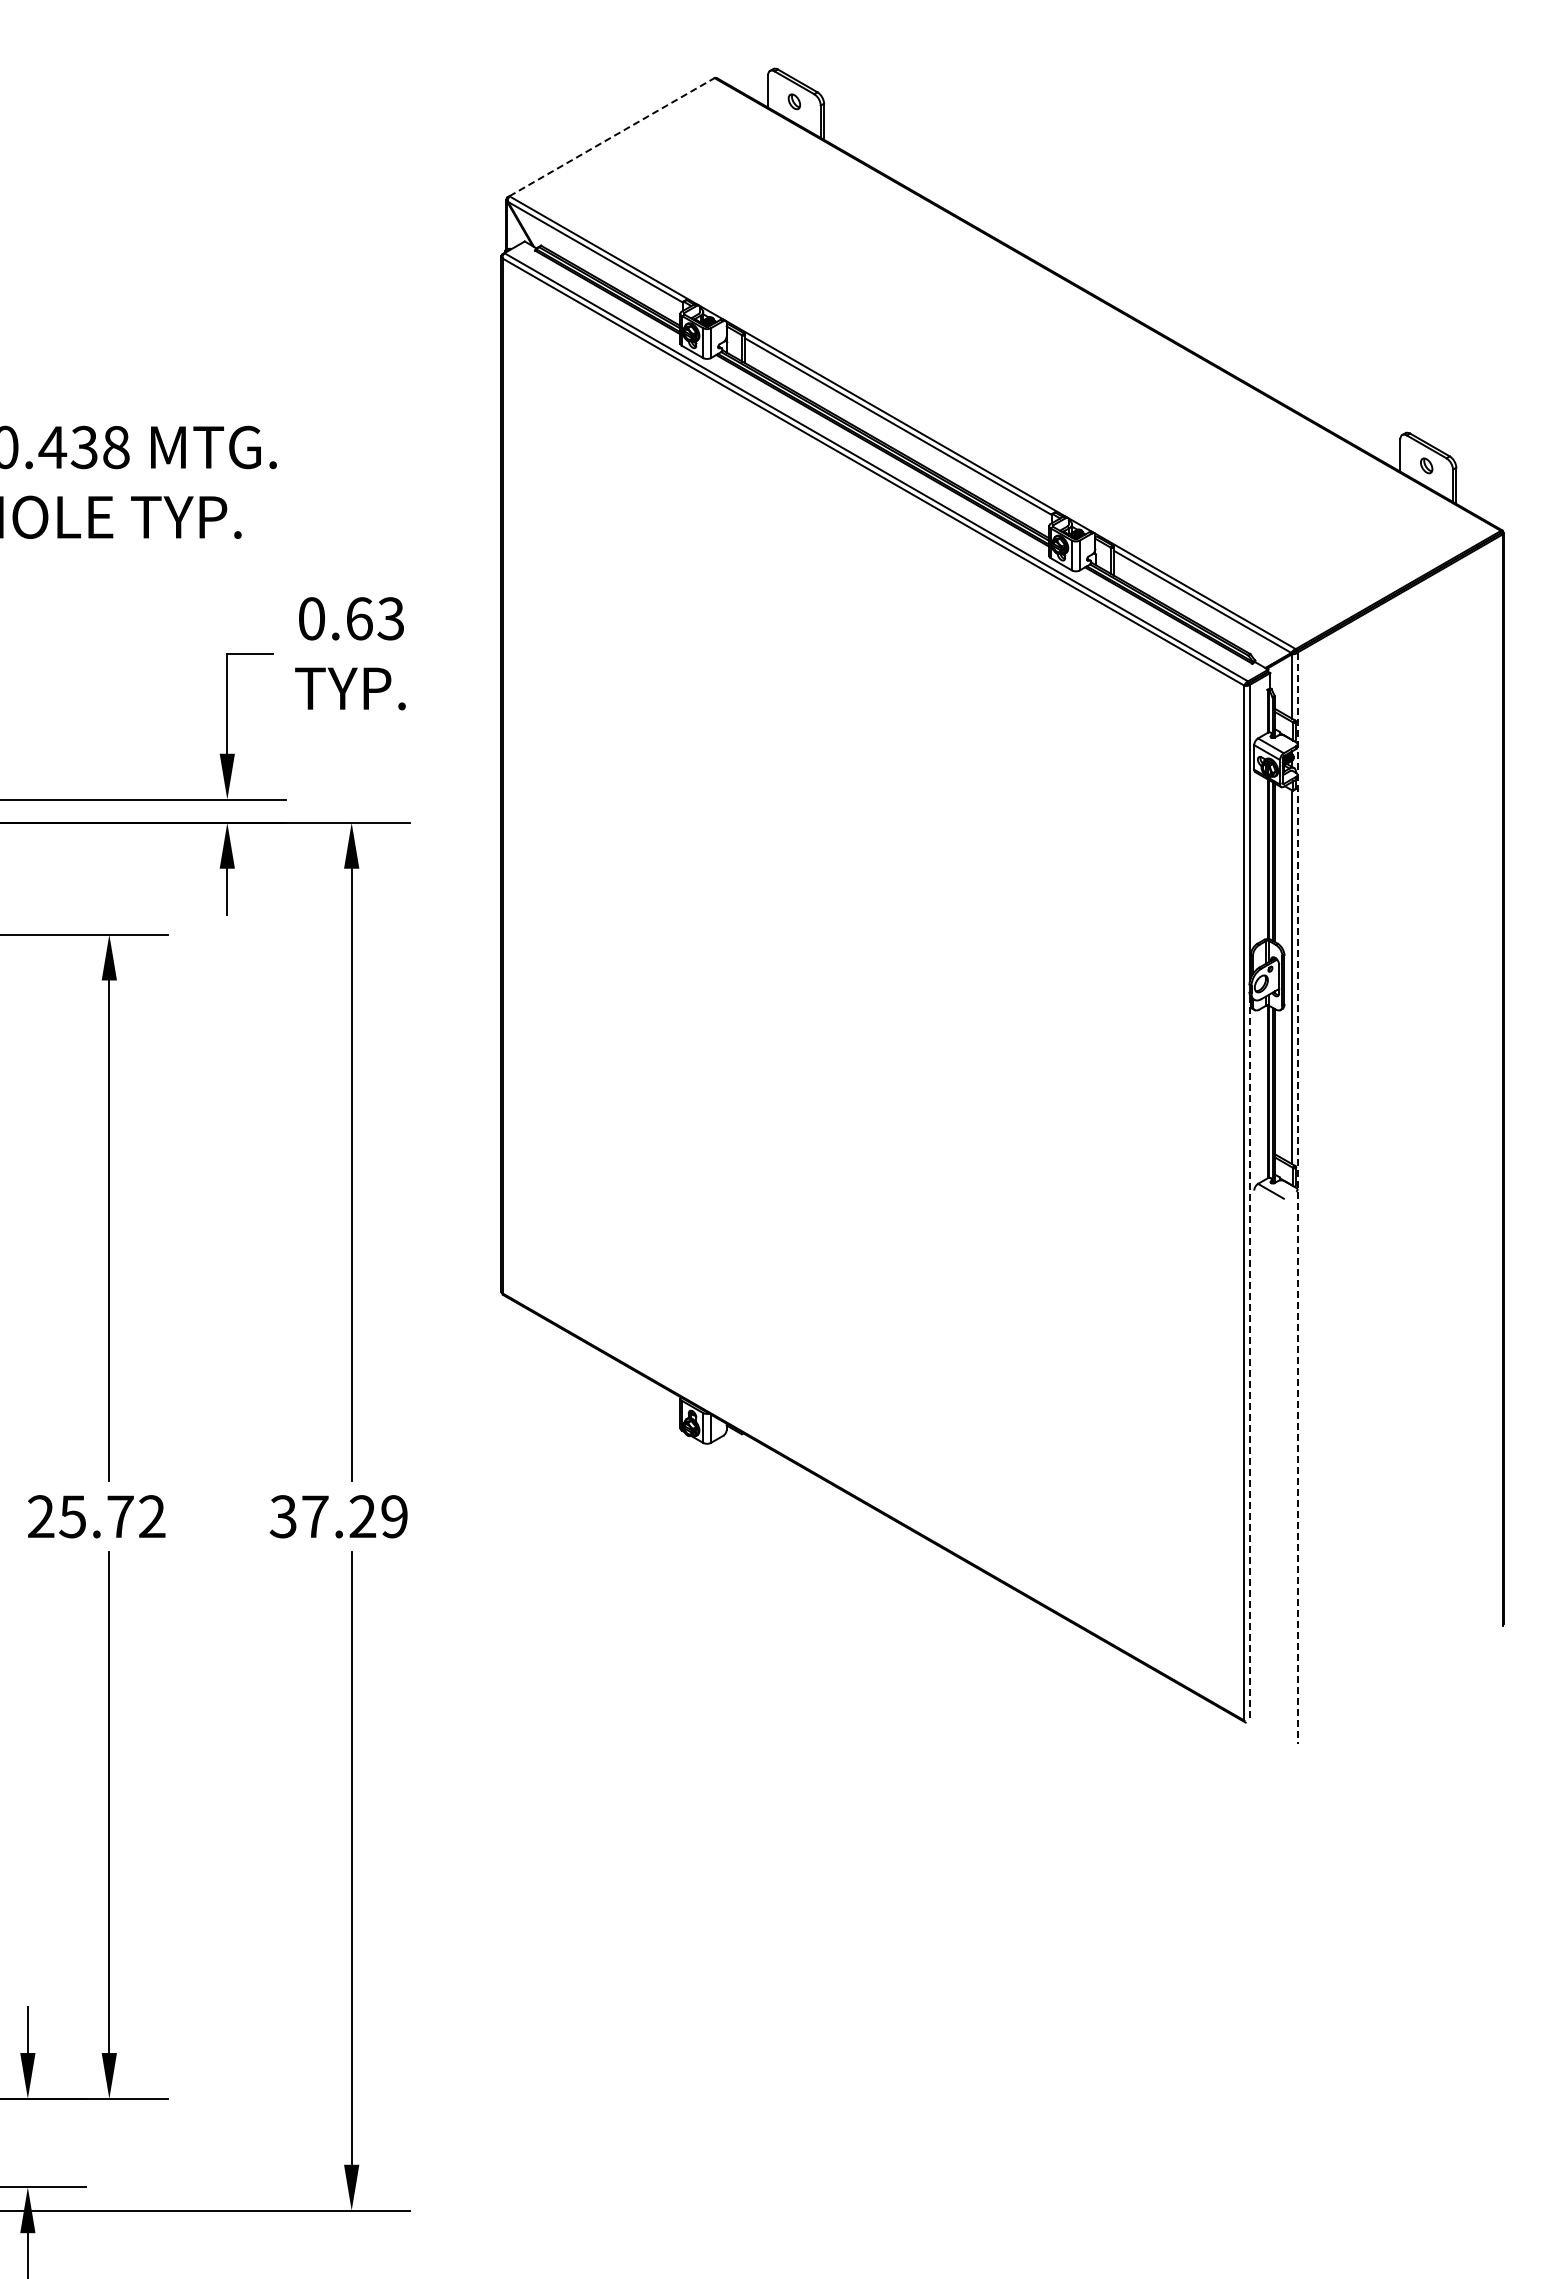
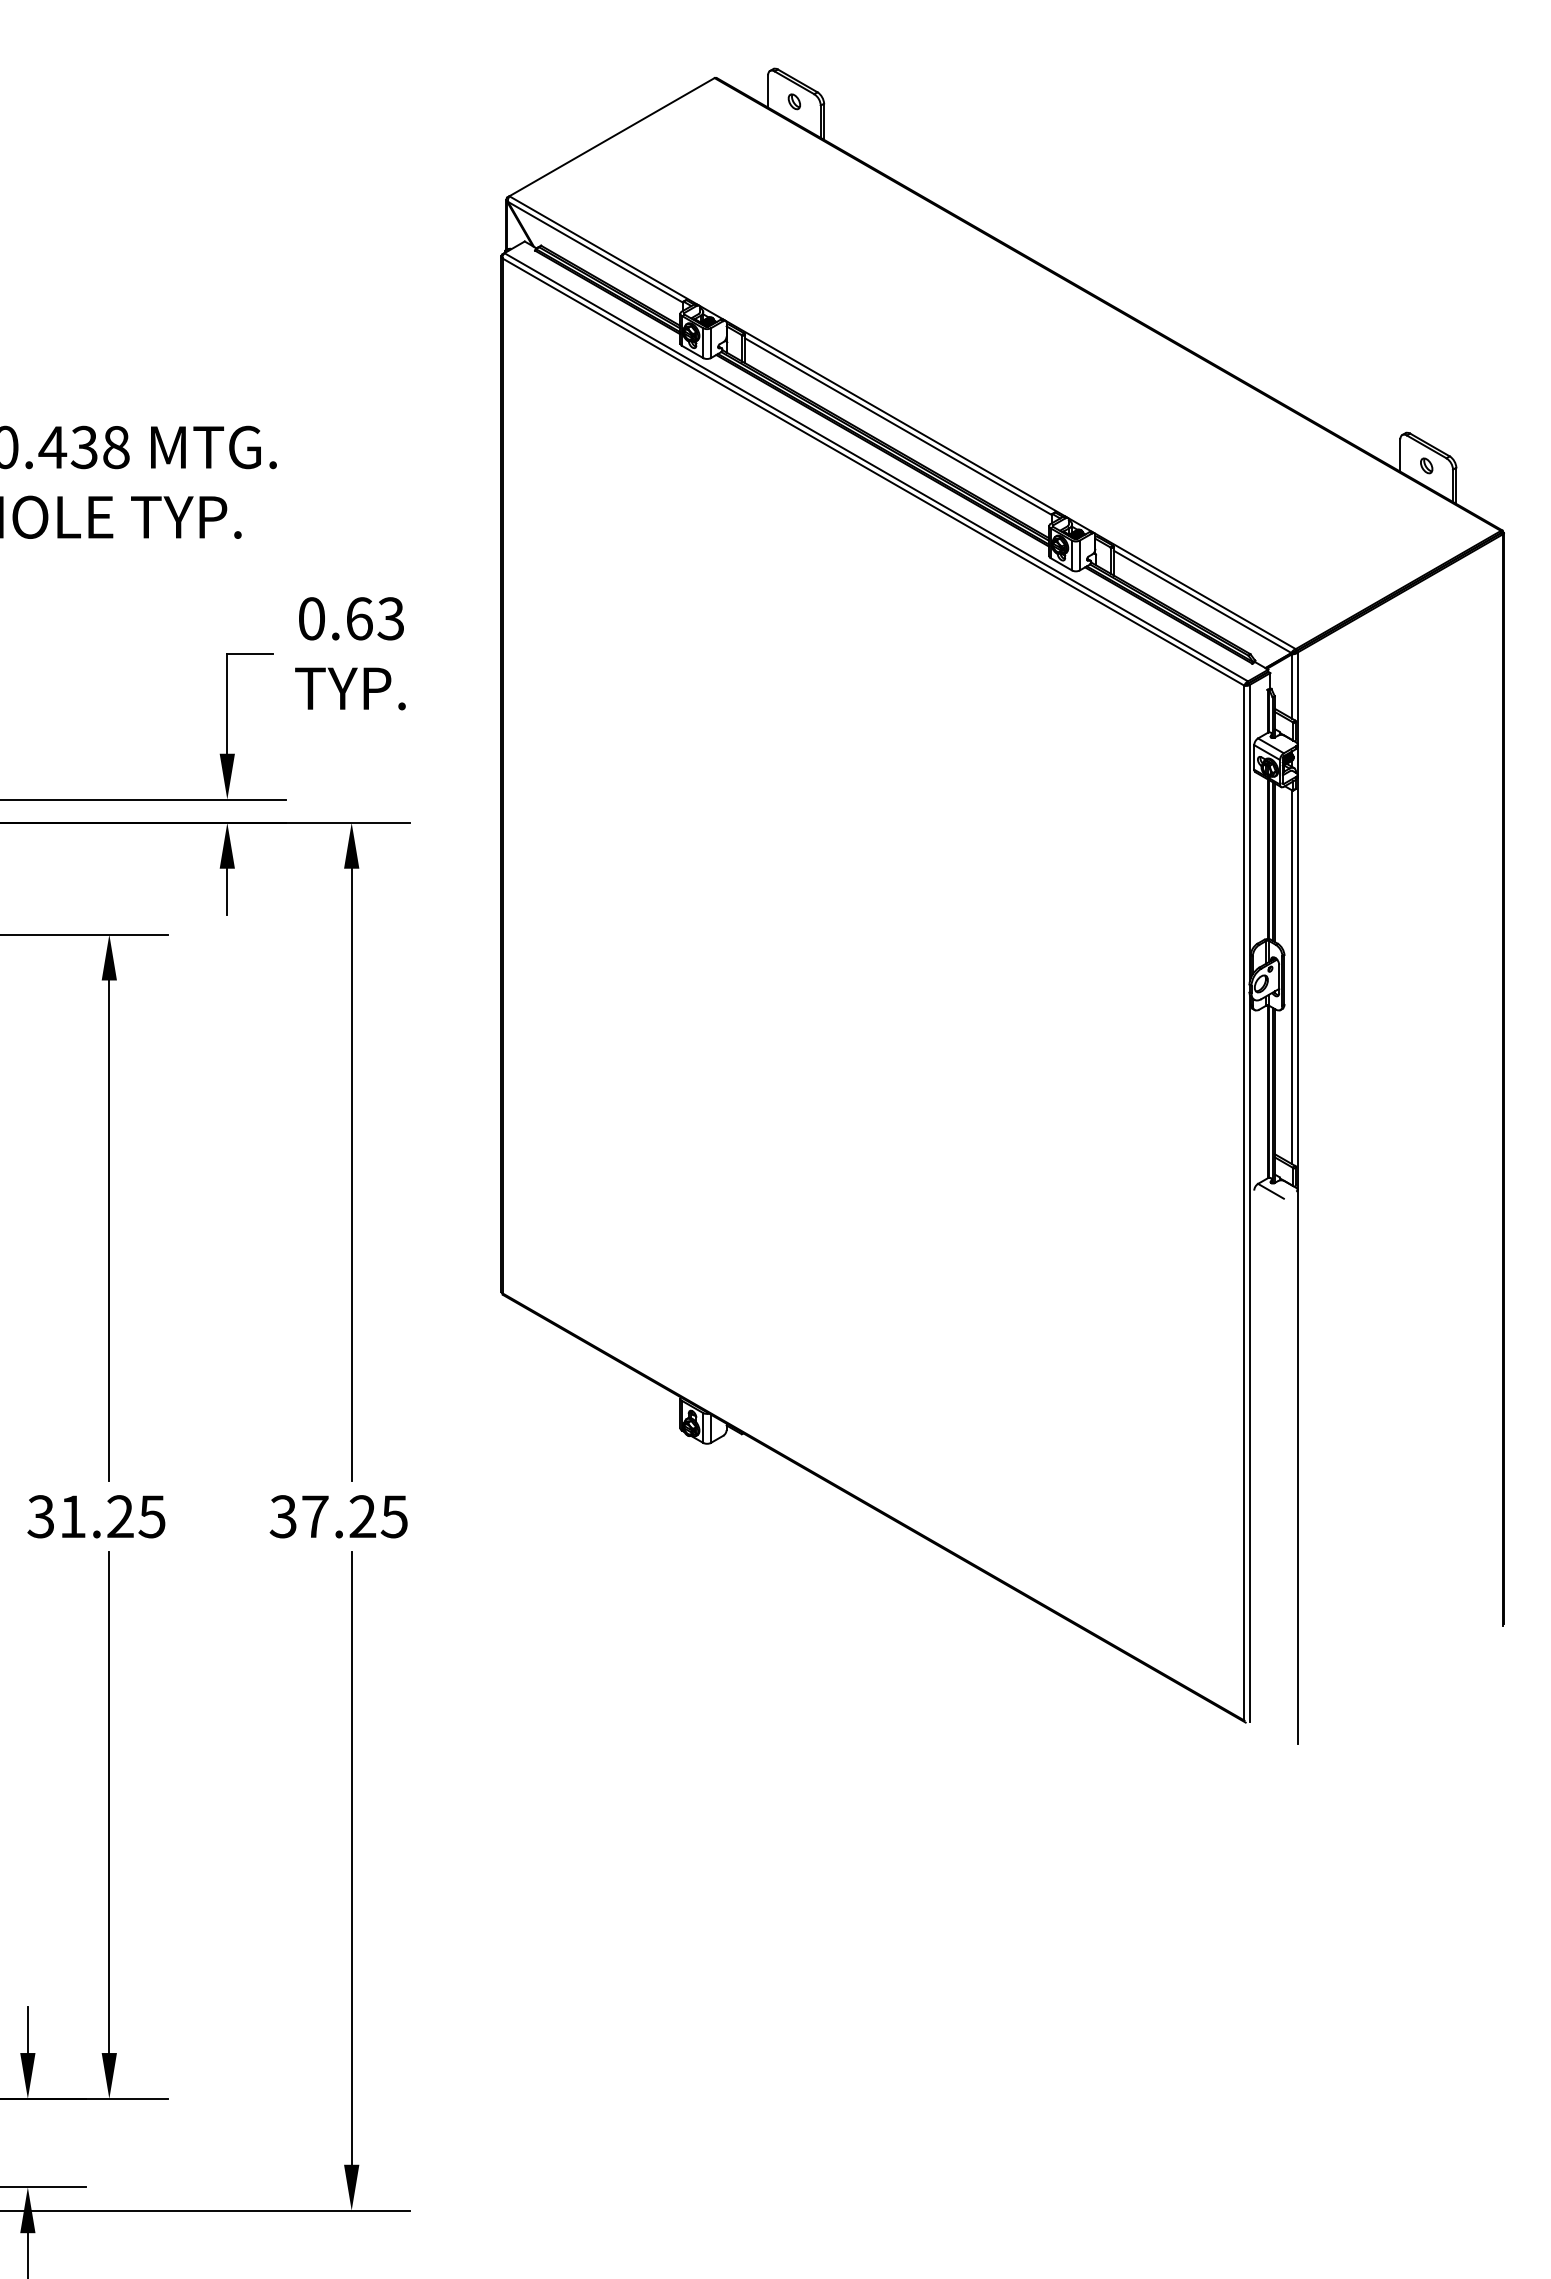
line at (612, 136): dashed -> solid
line at (1297, 1198): dashed -> solid
line at (1250, 1358): dashed -> solid
text at (96, 1516): 25.72 -> 31.25
text at (393, 1516): 37.29 -> 37.25
